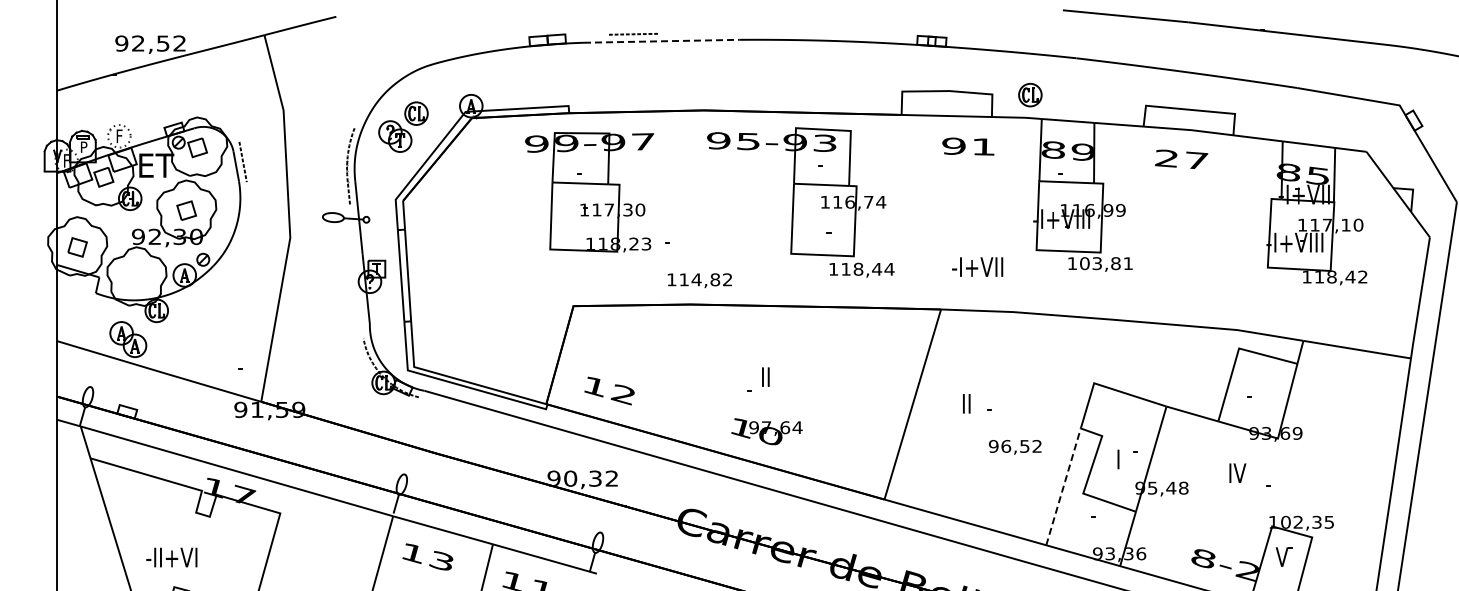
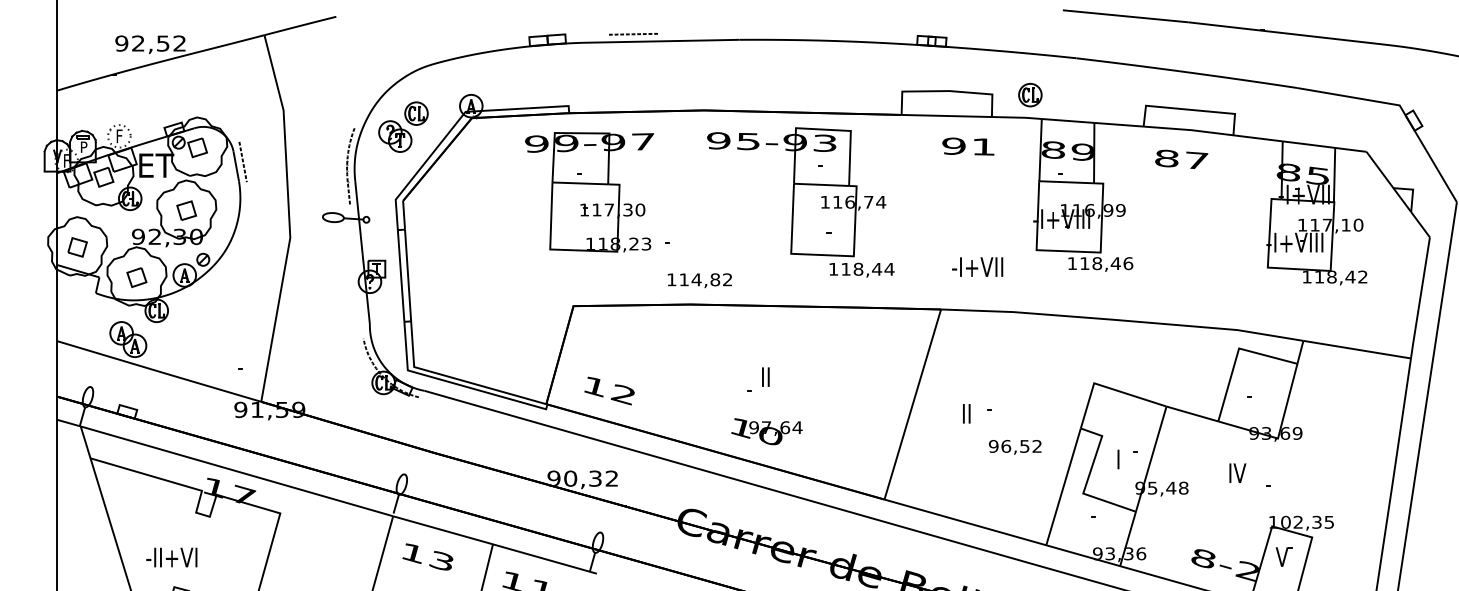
line at (661, 41): dashed -> solid
text at (1166, 158): 27 -> 87
text at (1106, 263): 103,81 -> 118,46
part at (136, 277): none -> present
text at (966, 403) position: (966, 403) -> (966, 413)
line at (1063, 486): dashed -> solid
